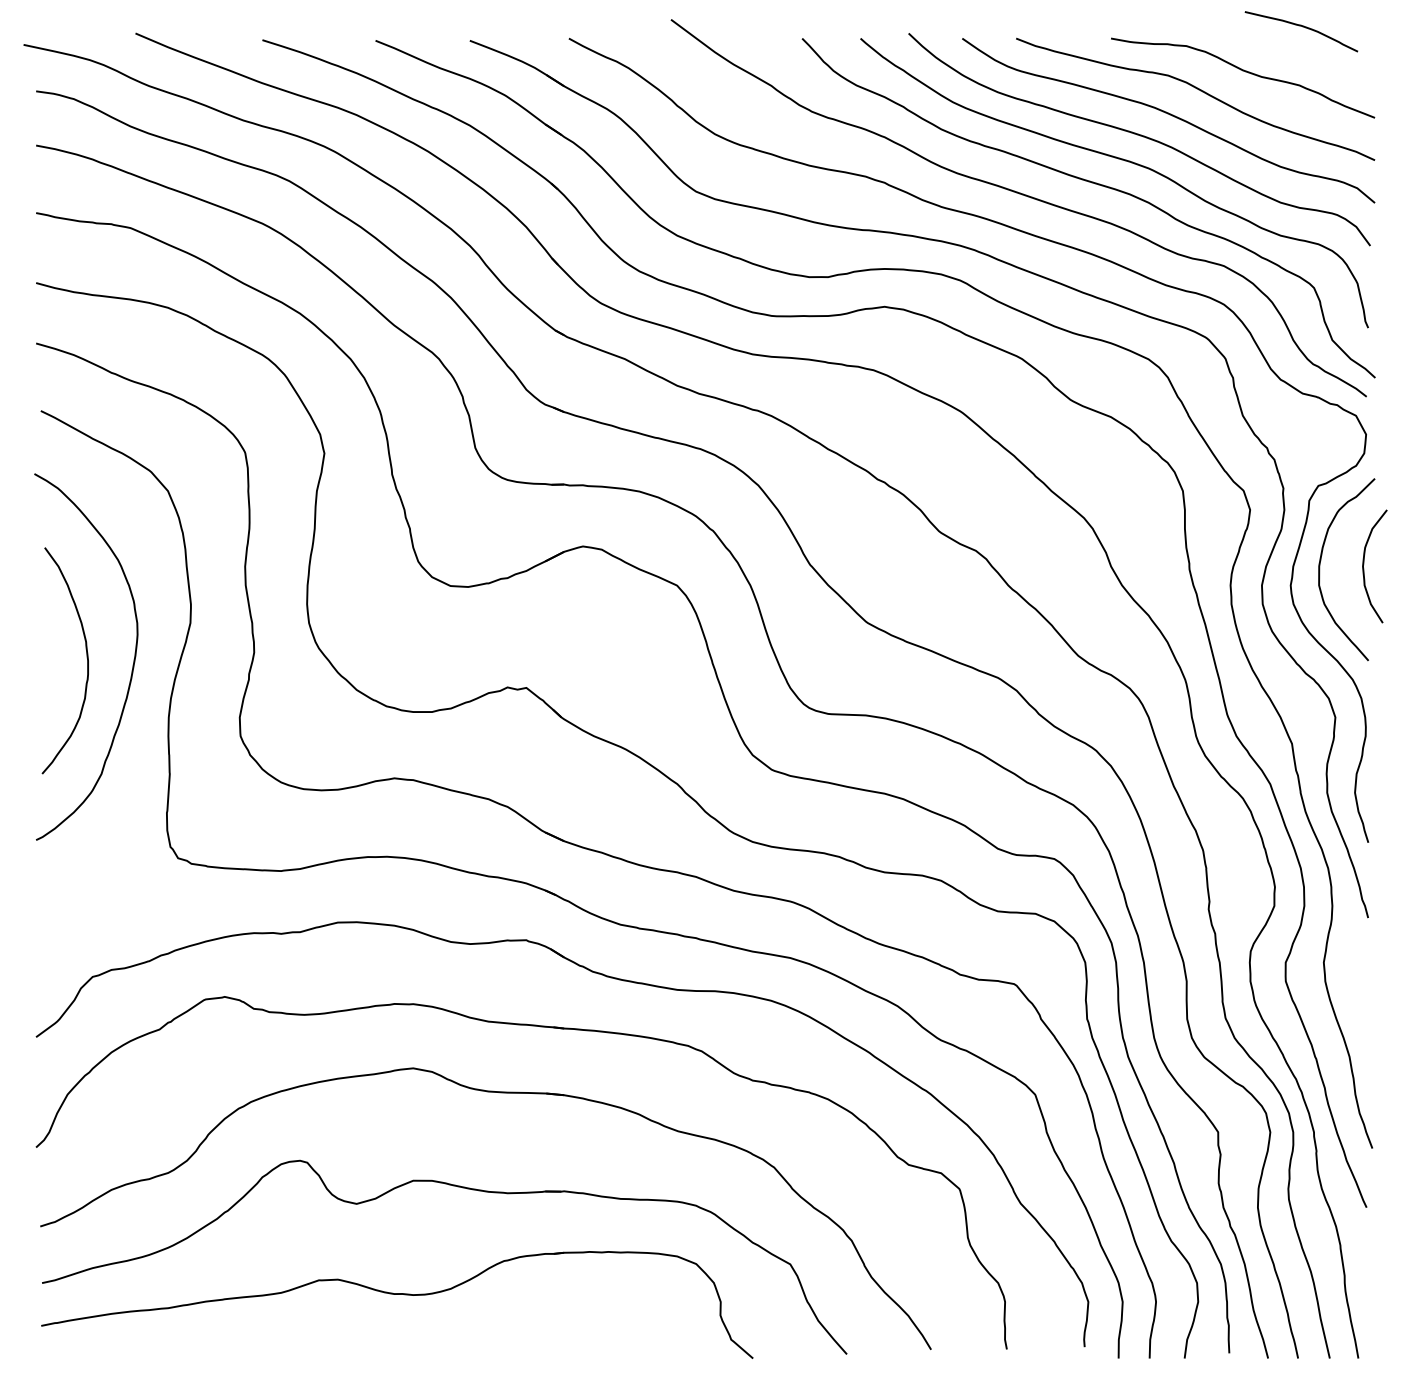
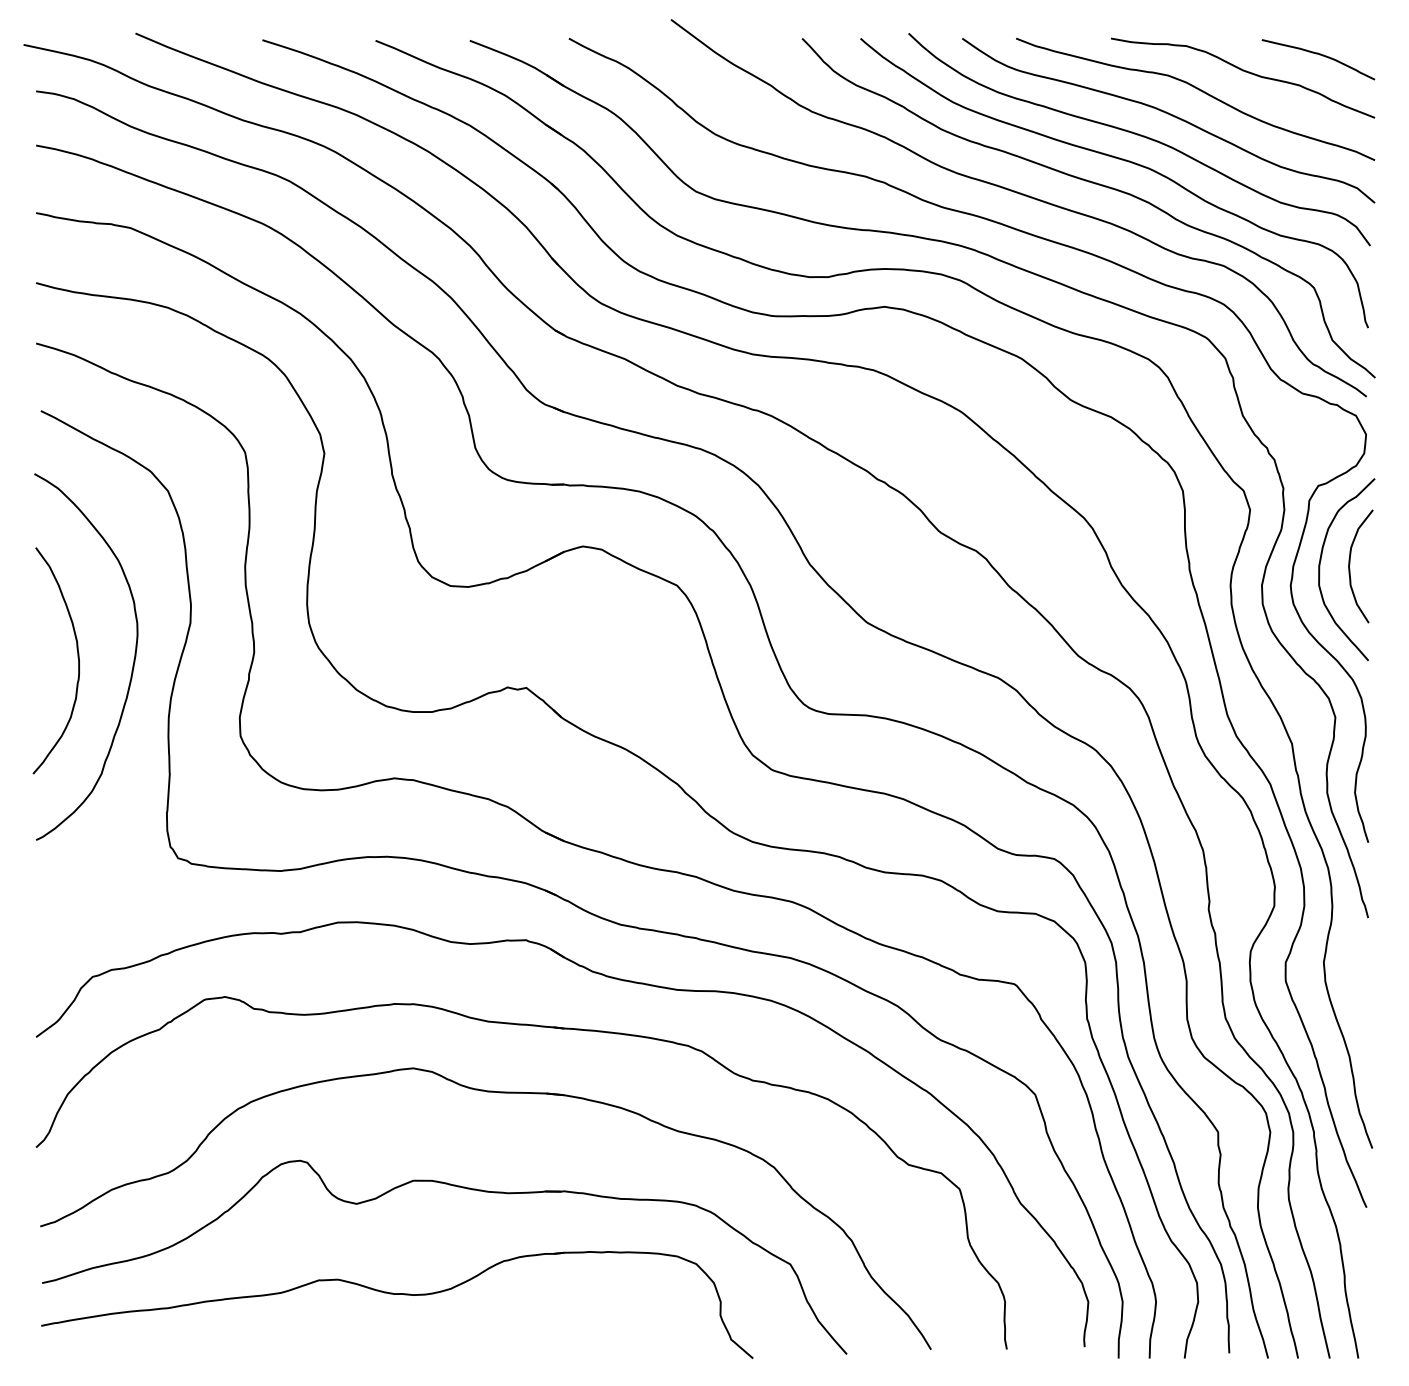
curve at (1302, 27) position: (1302, 27) -> (1319, 55)
curve at (1364, 564) position: (1364, 564) -> (1350, 564)
curve at (86, 657) position: (86, 657) -> (77, 657)
